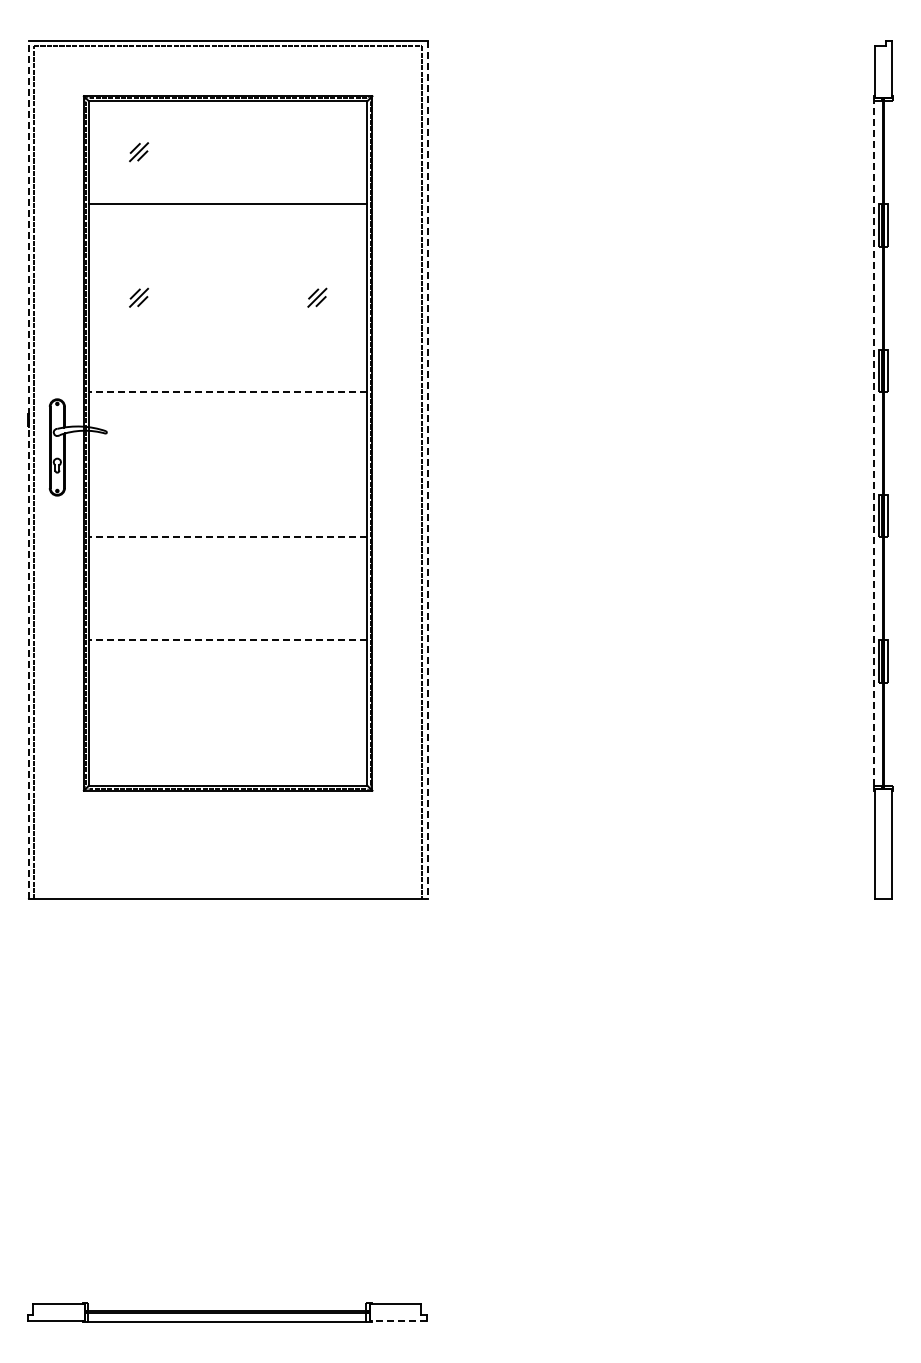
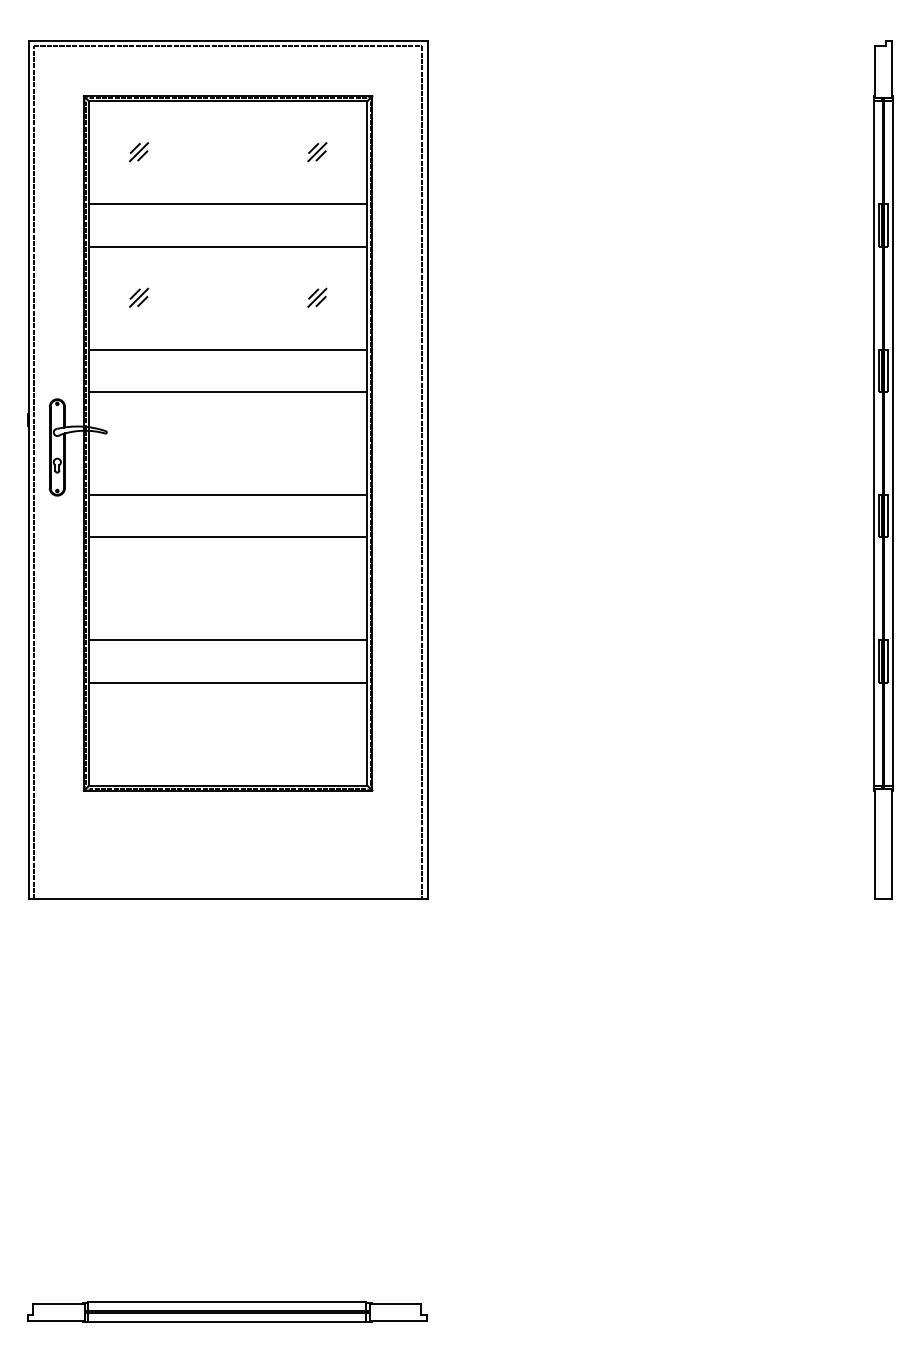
part at (317, 152): none -> present
line at (228, 246): none -> present
line at (228, 349): none -> present
line at (227, 391): dashed -> solid
line at (873, 442): dashed -> solid
line at (893, 443): none -> present
line at (28, 469): dashed -> solid
line at (427, 470): dashed -> solid
line at (228, 494): none -> present
line at (227, 537): dashed -> solid
line at (227, 640): dashed -> solid
line at (228, 682): none -> present
line at (227, 1302): none -> present
line at (398, 1320): dashed -> solid
